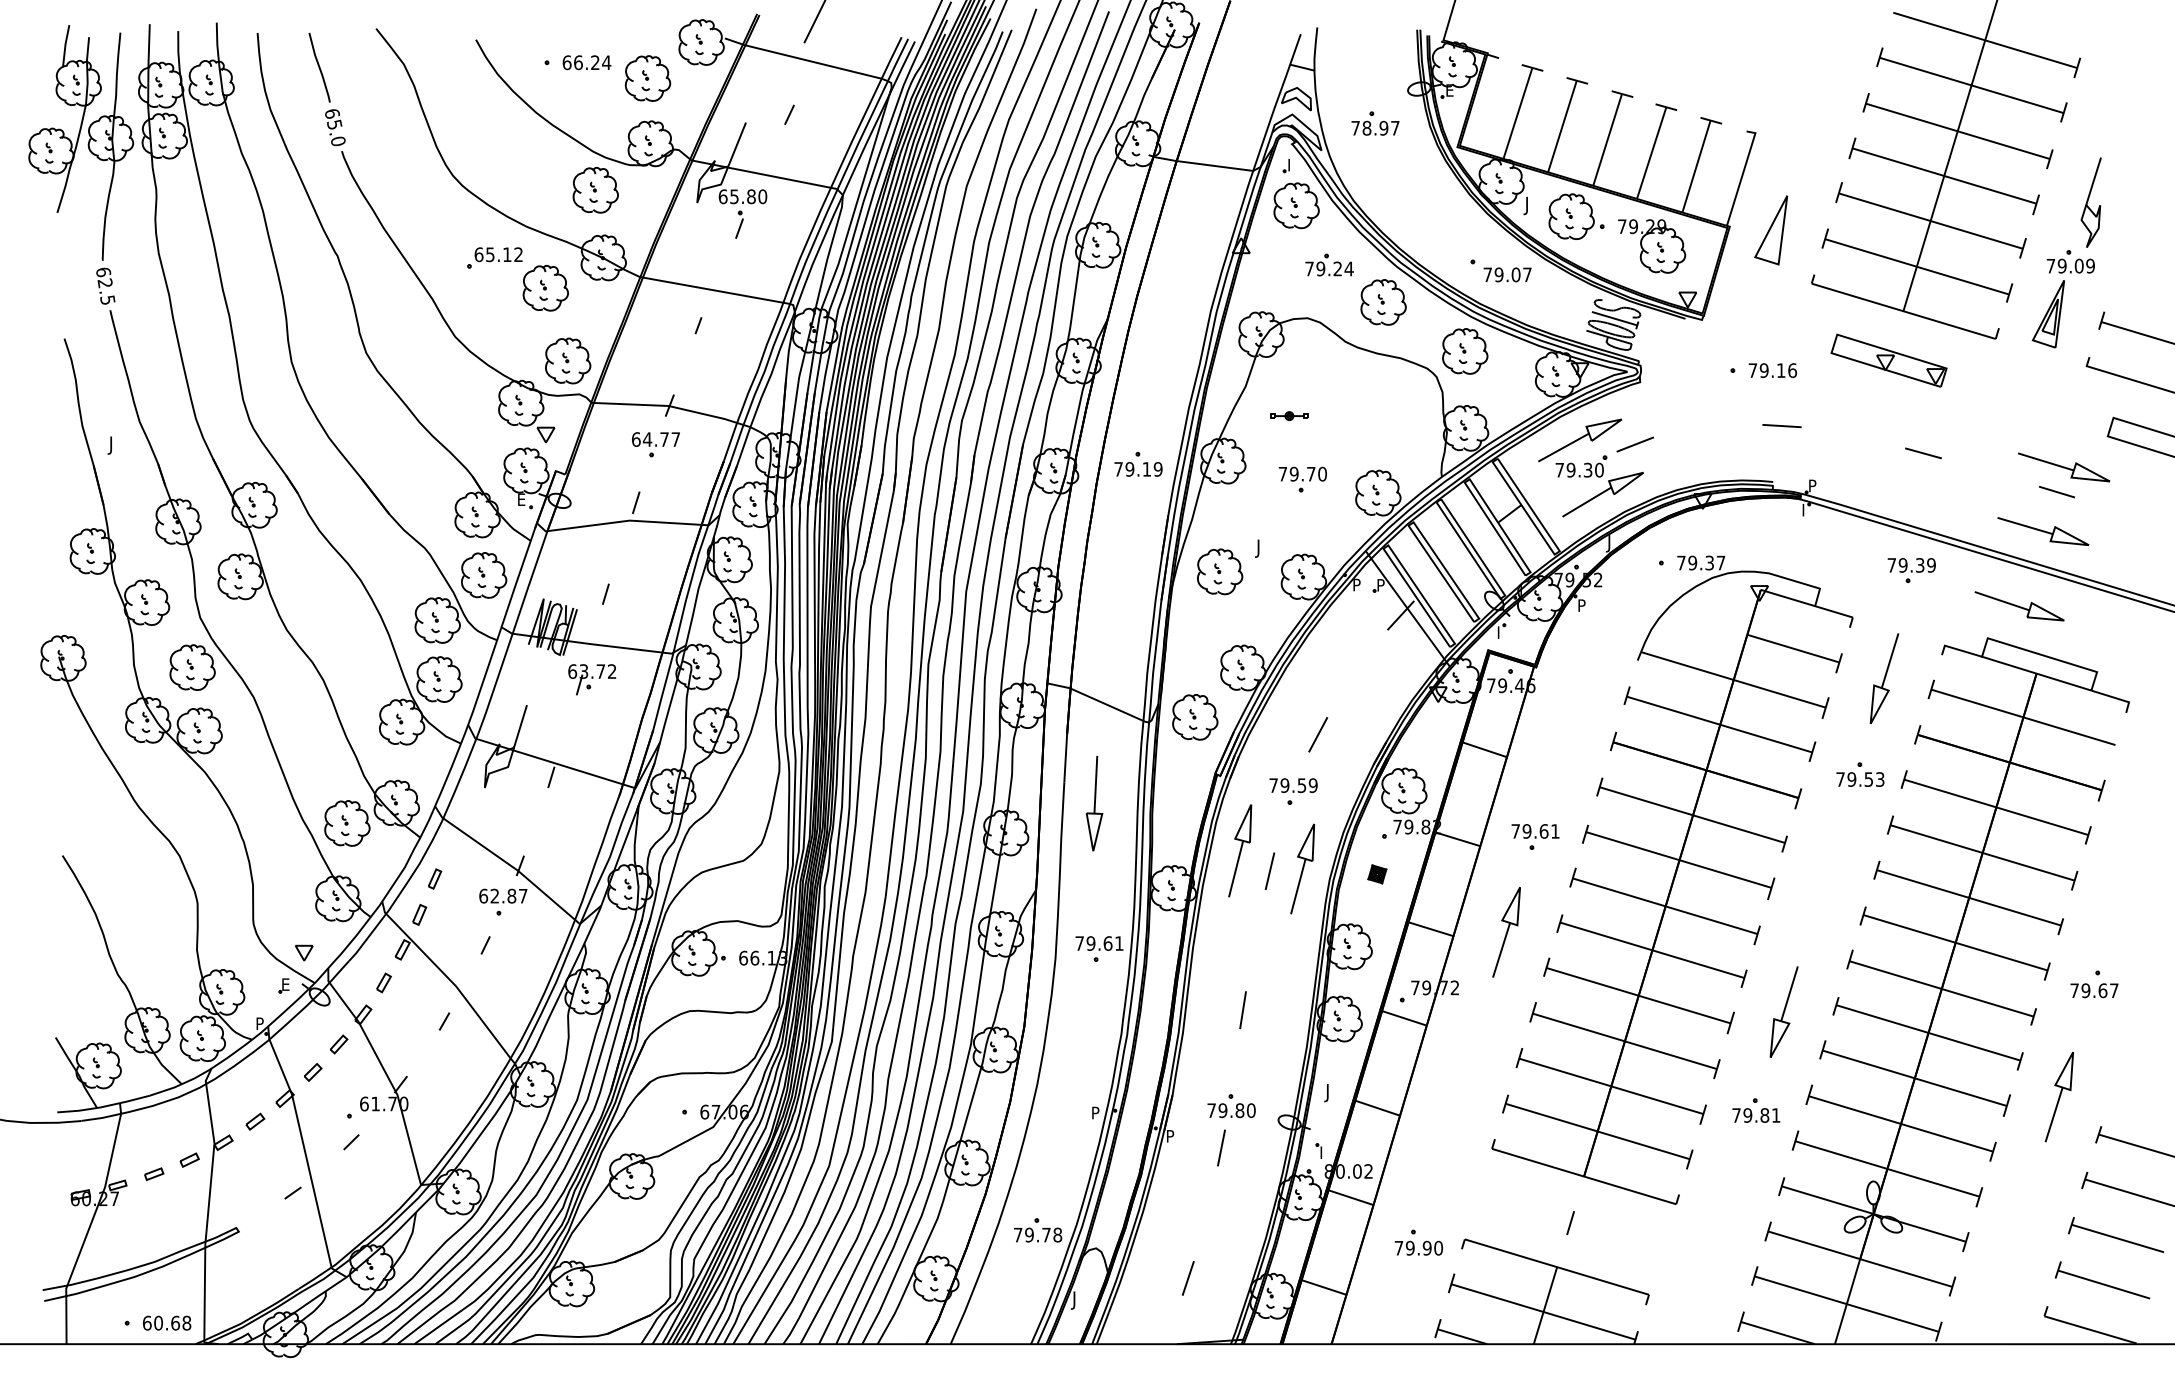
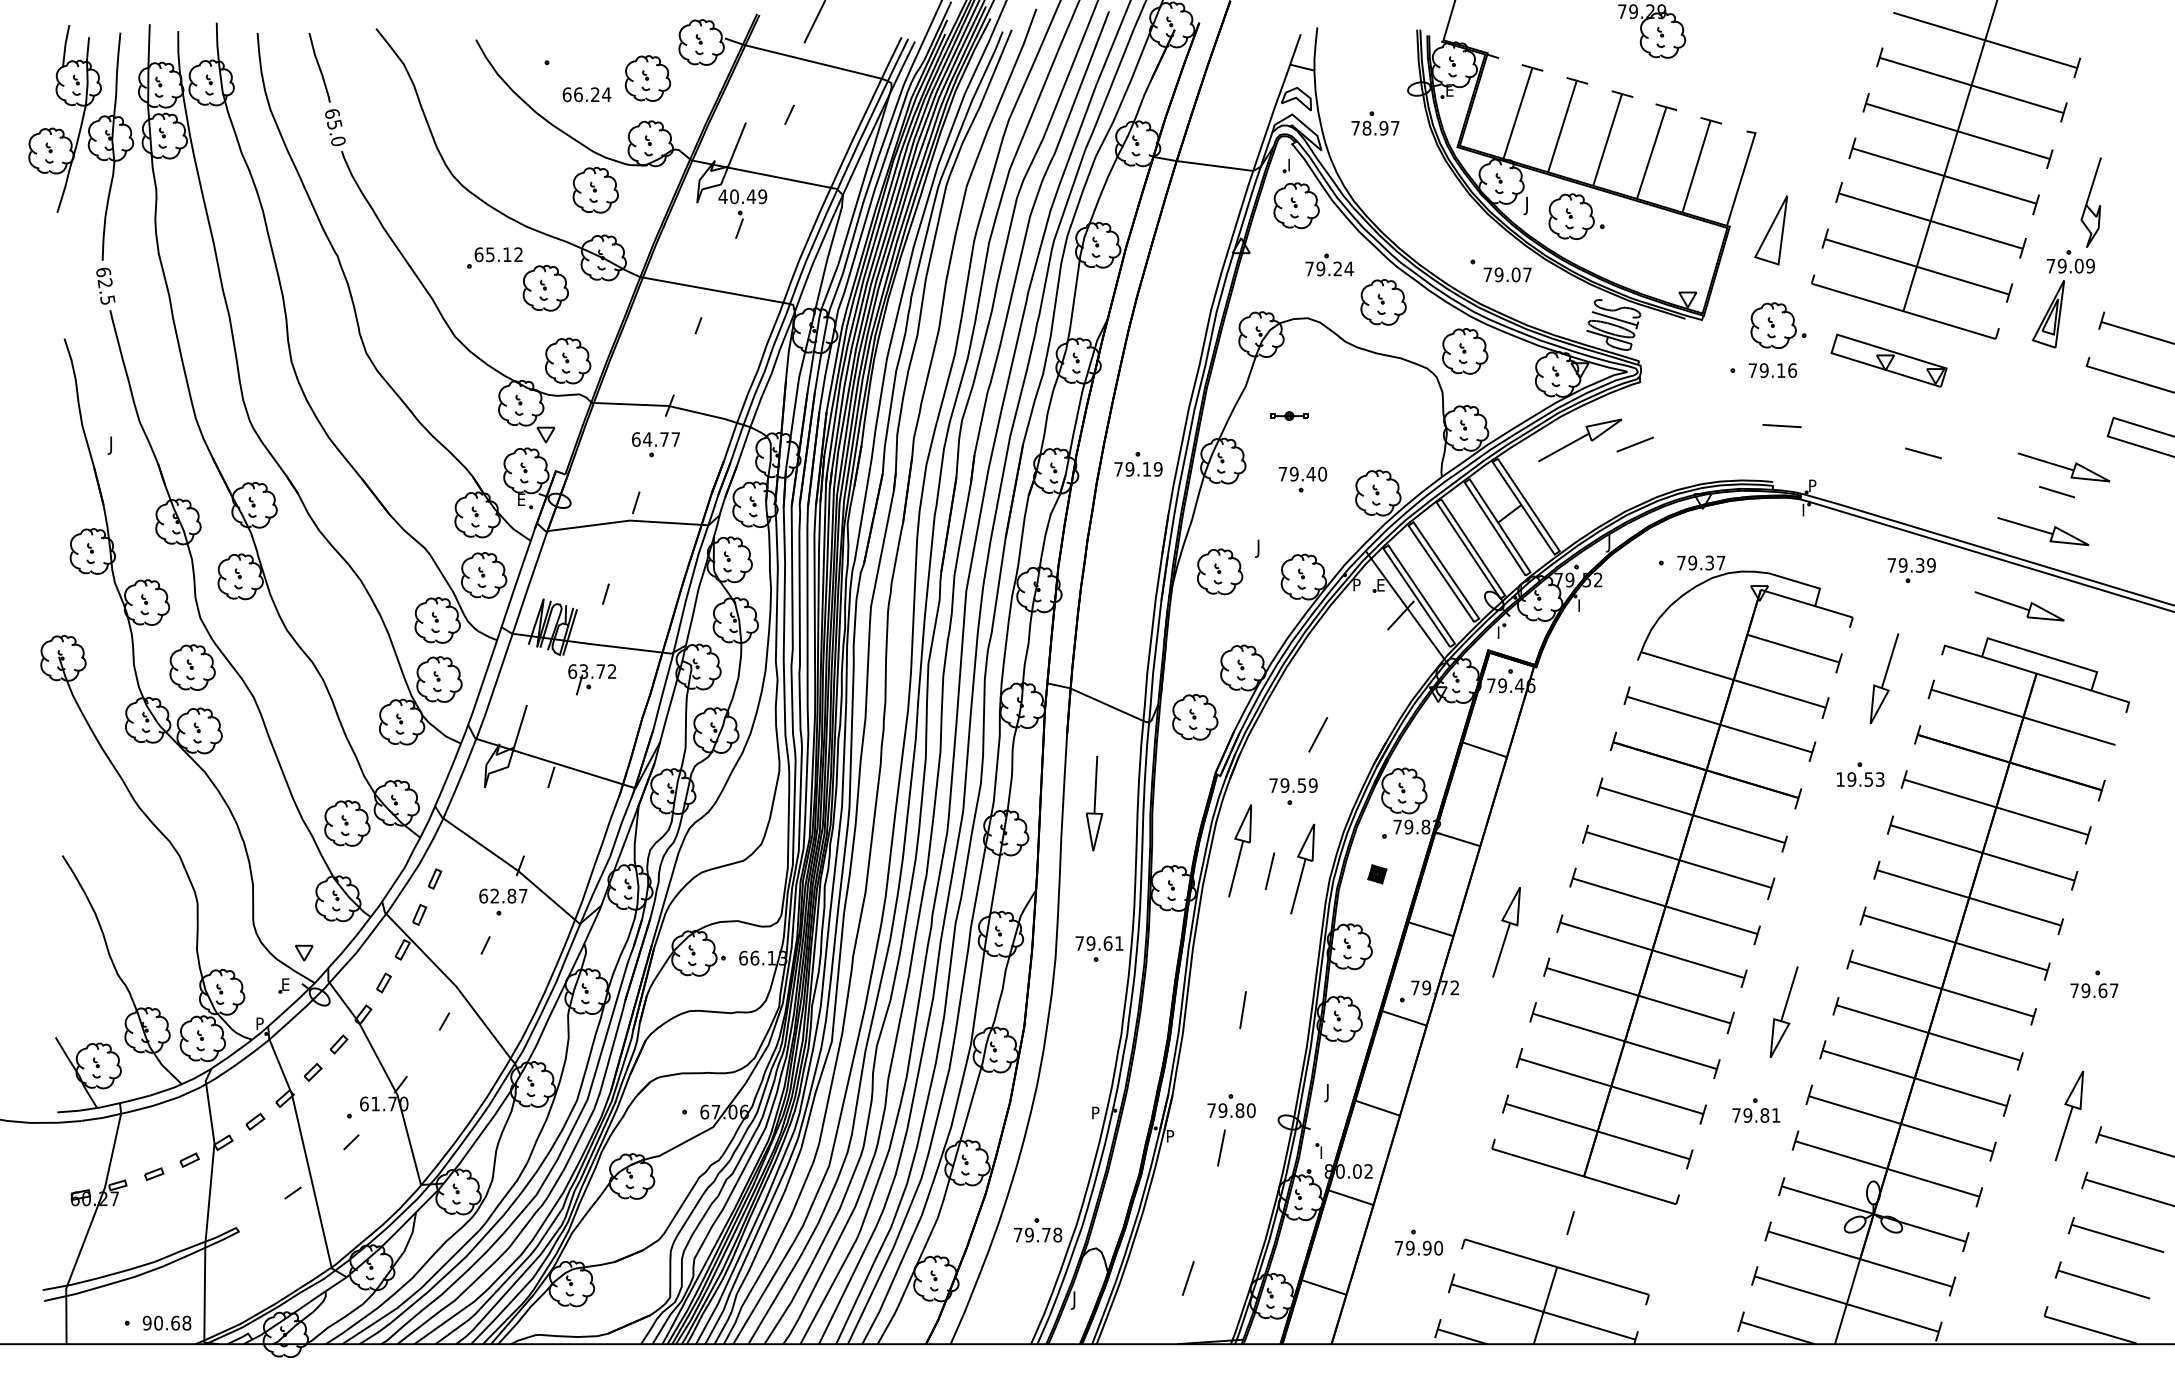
text at (586, 62) position: (586, 62) -> (586, 94)
text at (742, 196): 65.80 -> 40.49
part at (1652, 246) position: (1652, 246) -> (1652, 31)
part at (1778, 325): none -> present
text at (1310, 474): 79.70 -> 79.40
part at (1599, 486): present -> none
text at (1381, 585): P -> E
text at (1582, 602): P -> I
text at (1840, 779): 79.53 -> 19.53
part at (1535, 836): present -> none
part at (2058, 1097) position: (2058, 1097) -> (2068, 1116)
text at (146, 1322): 60.68 -> 90.68
